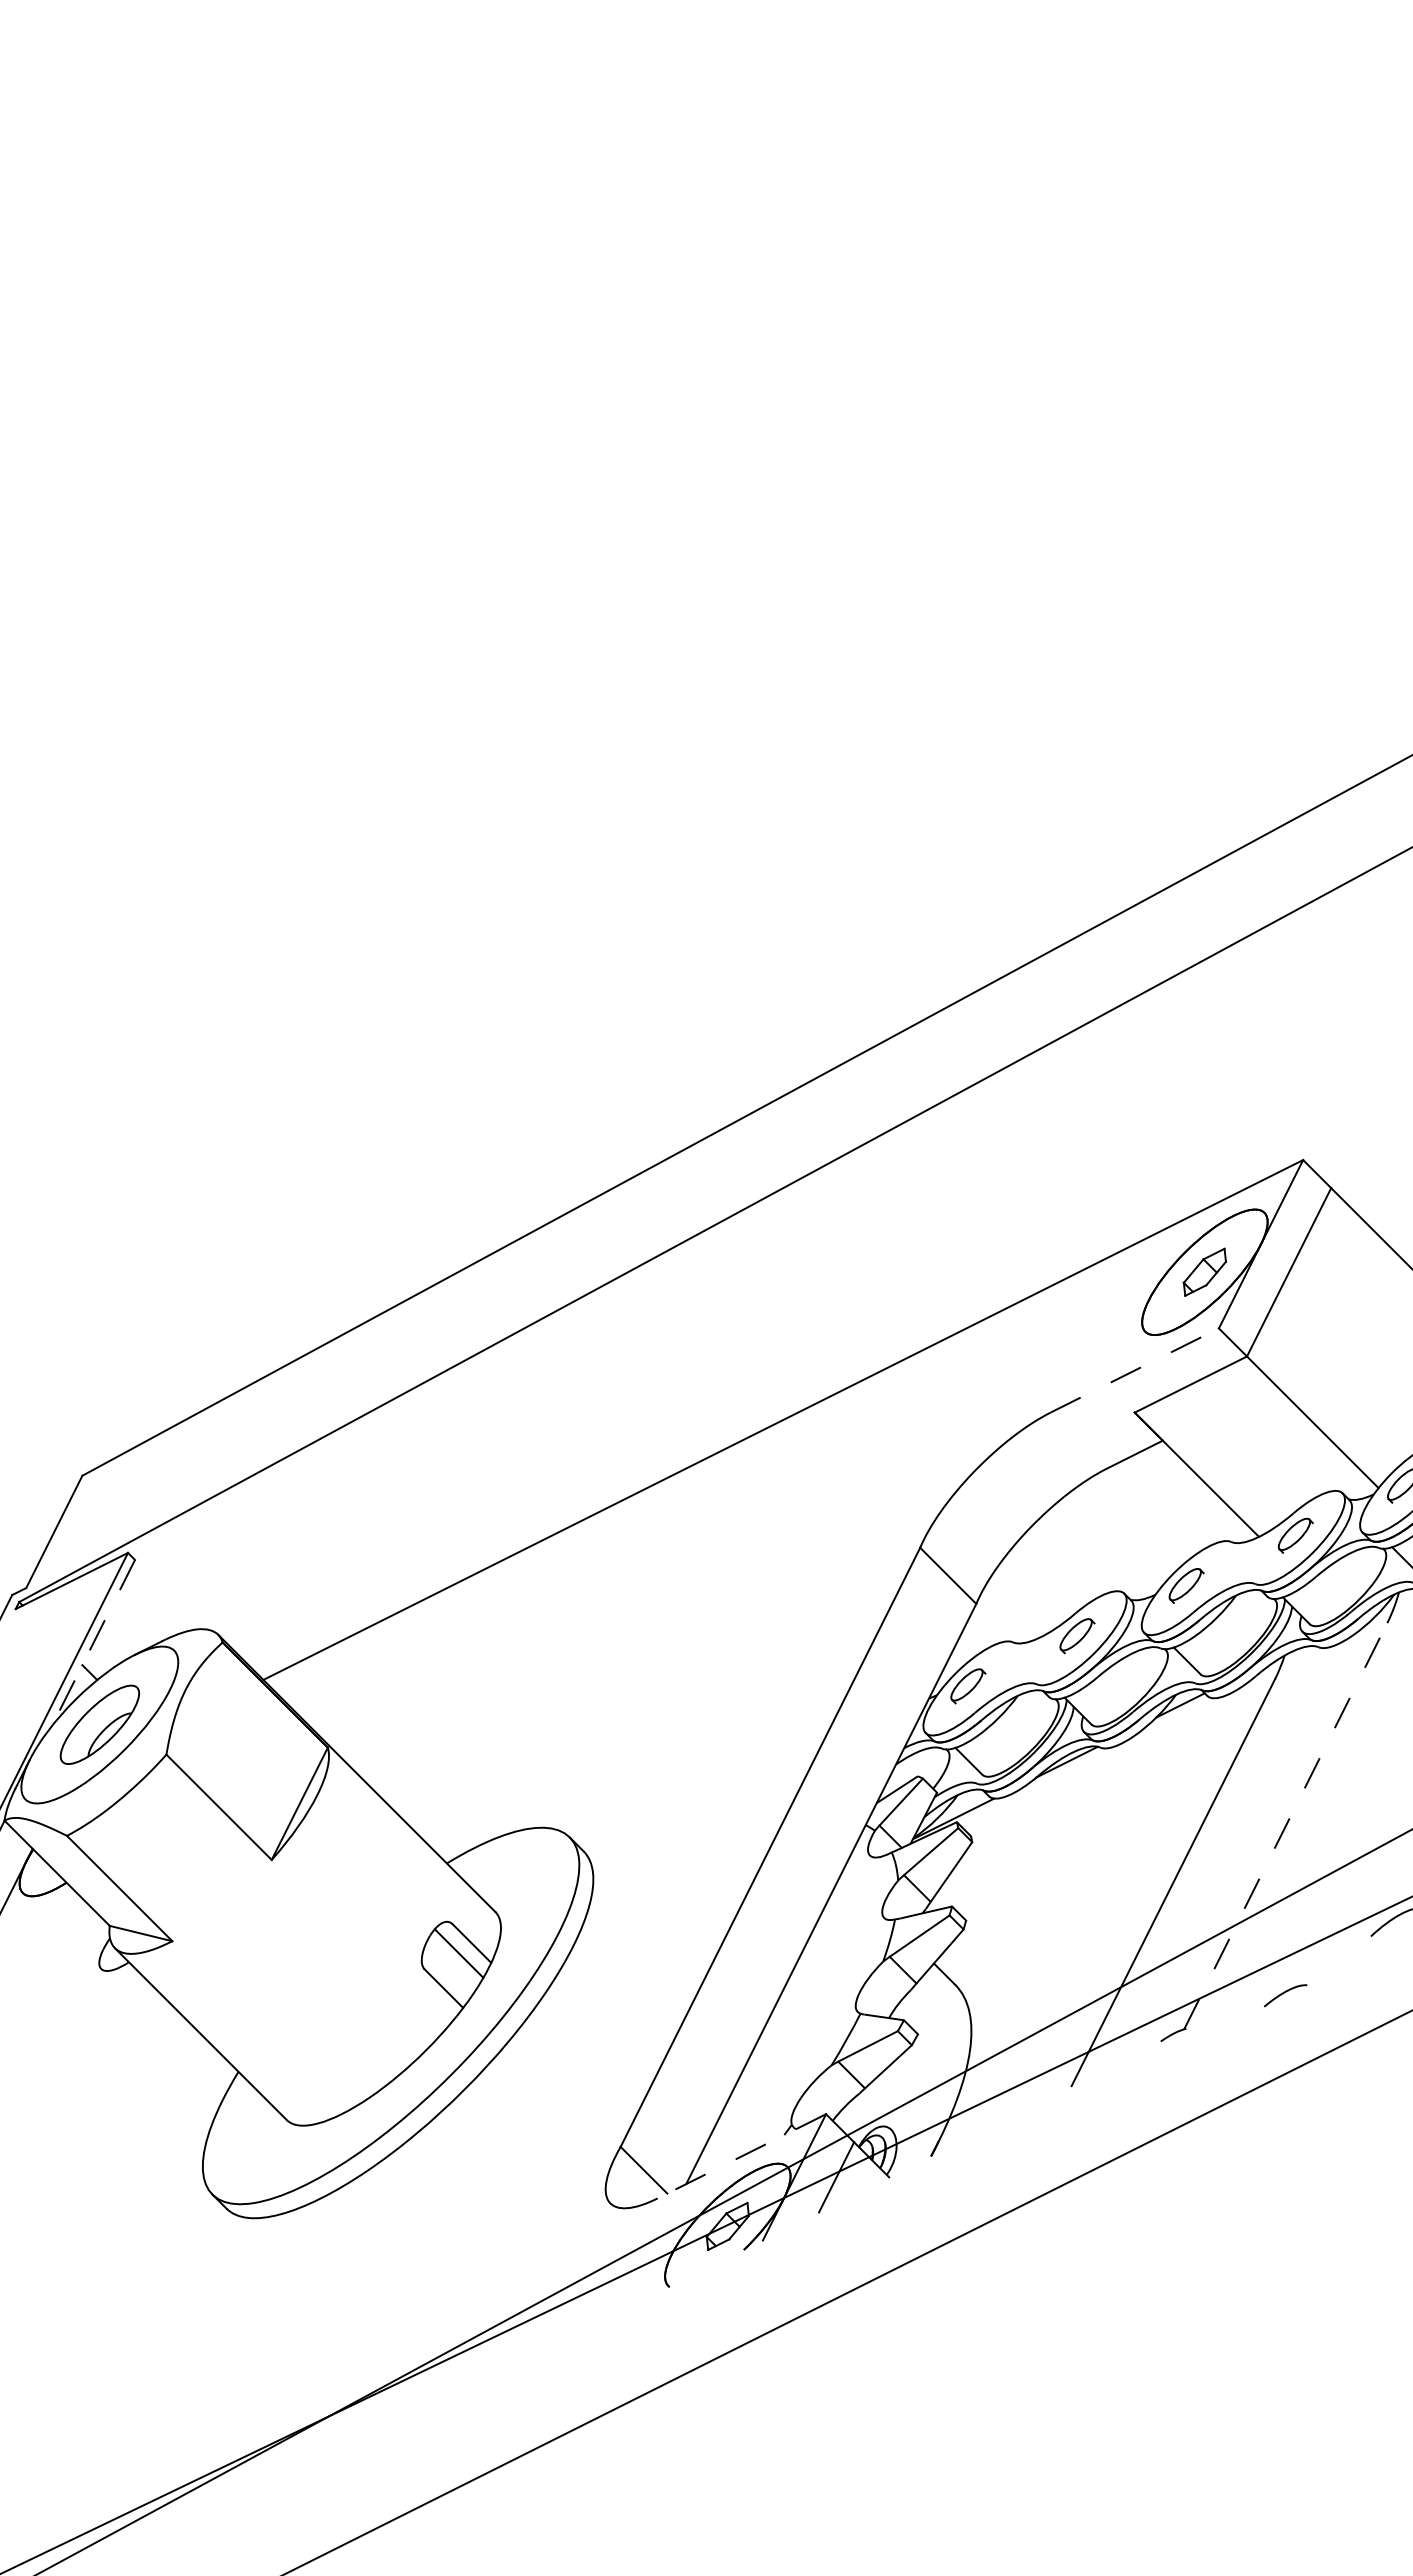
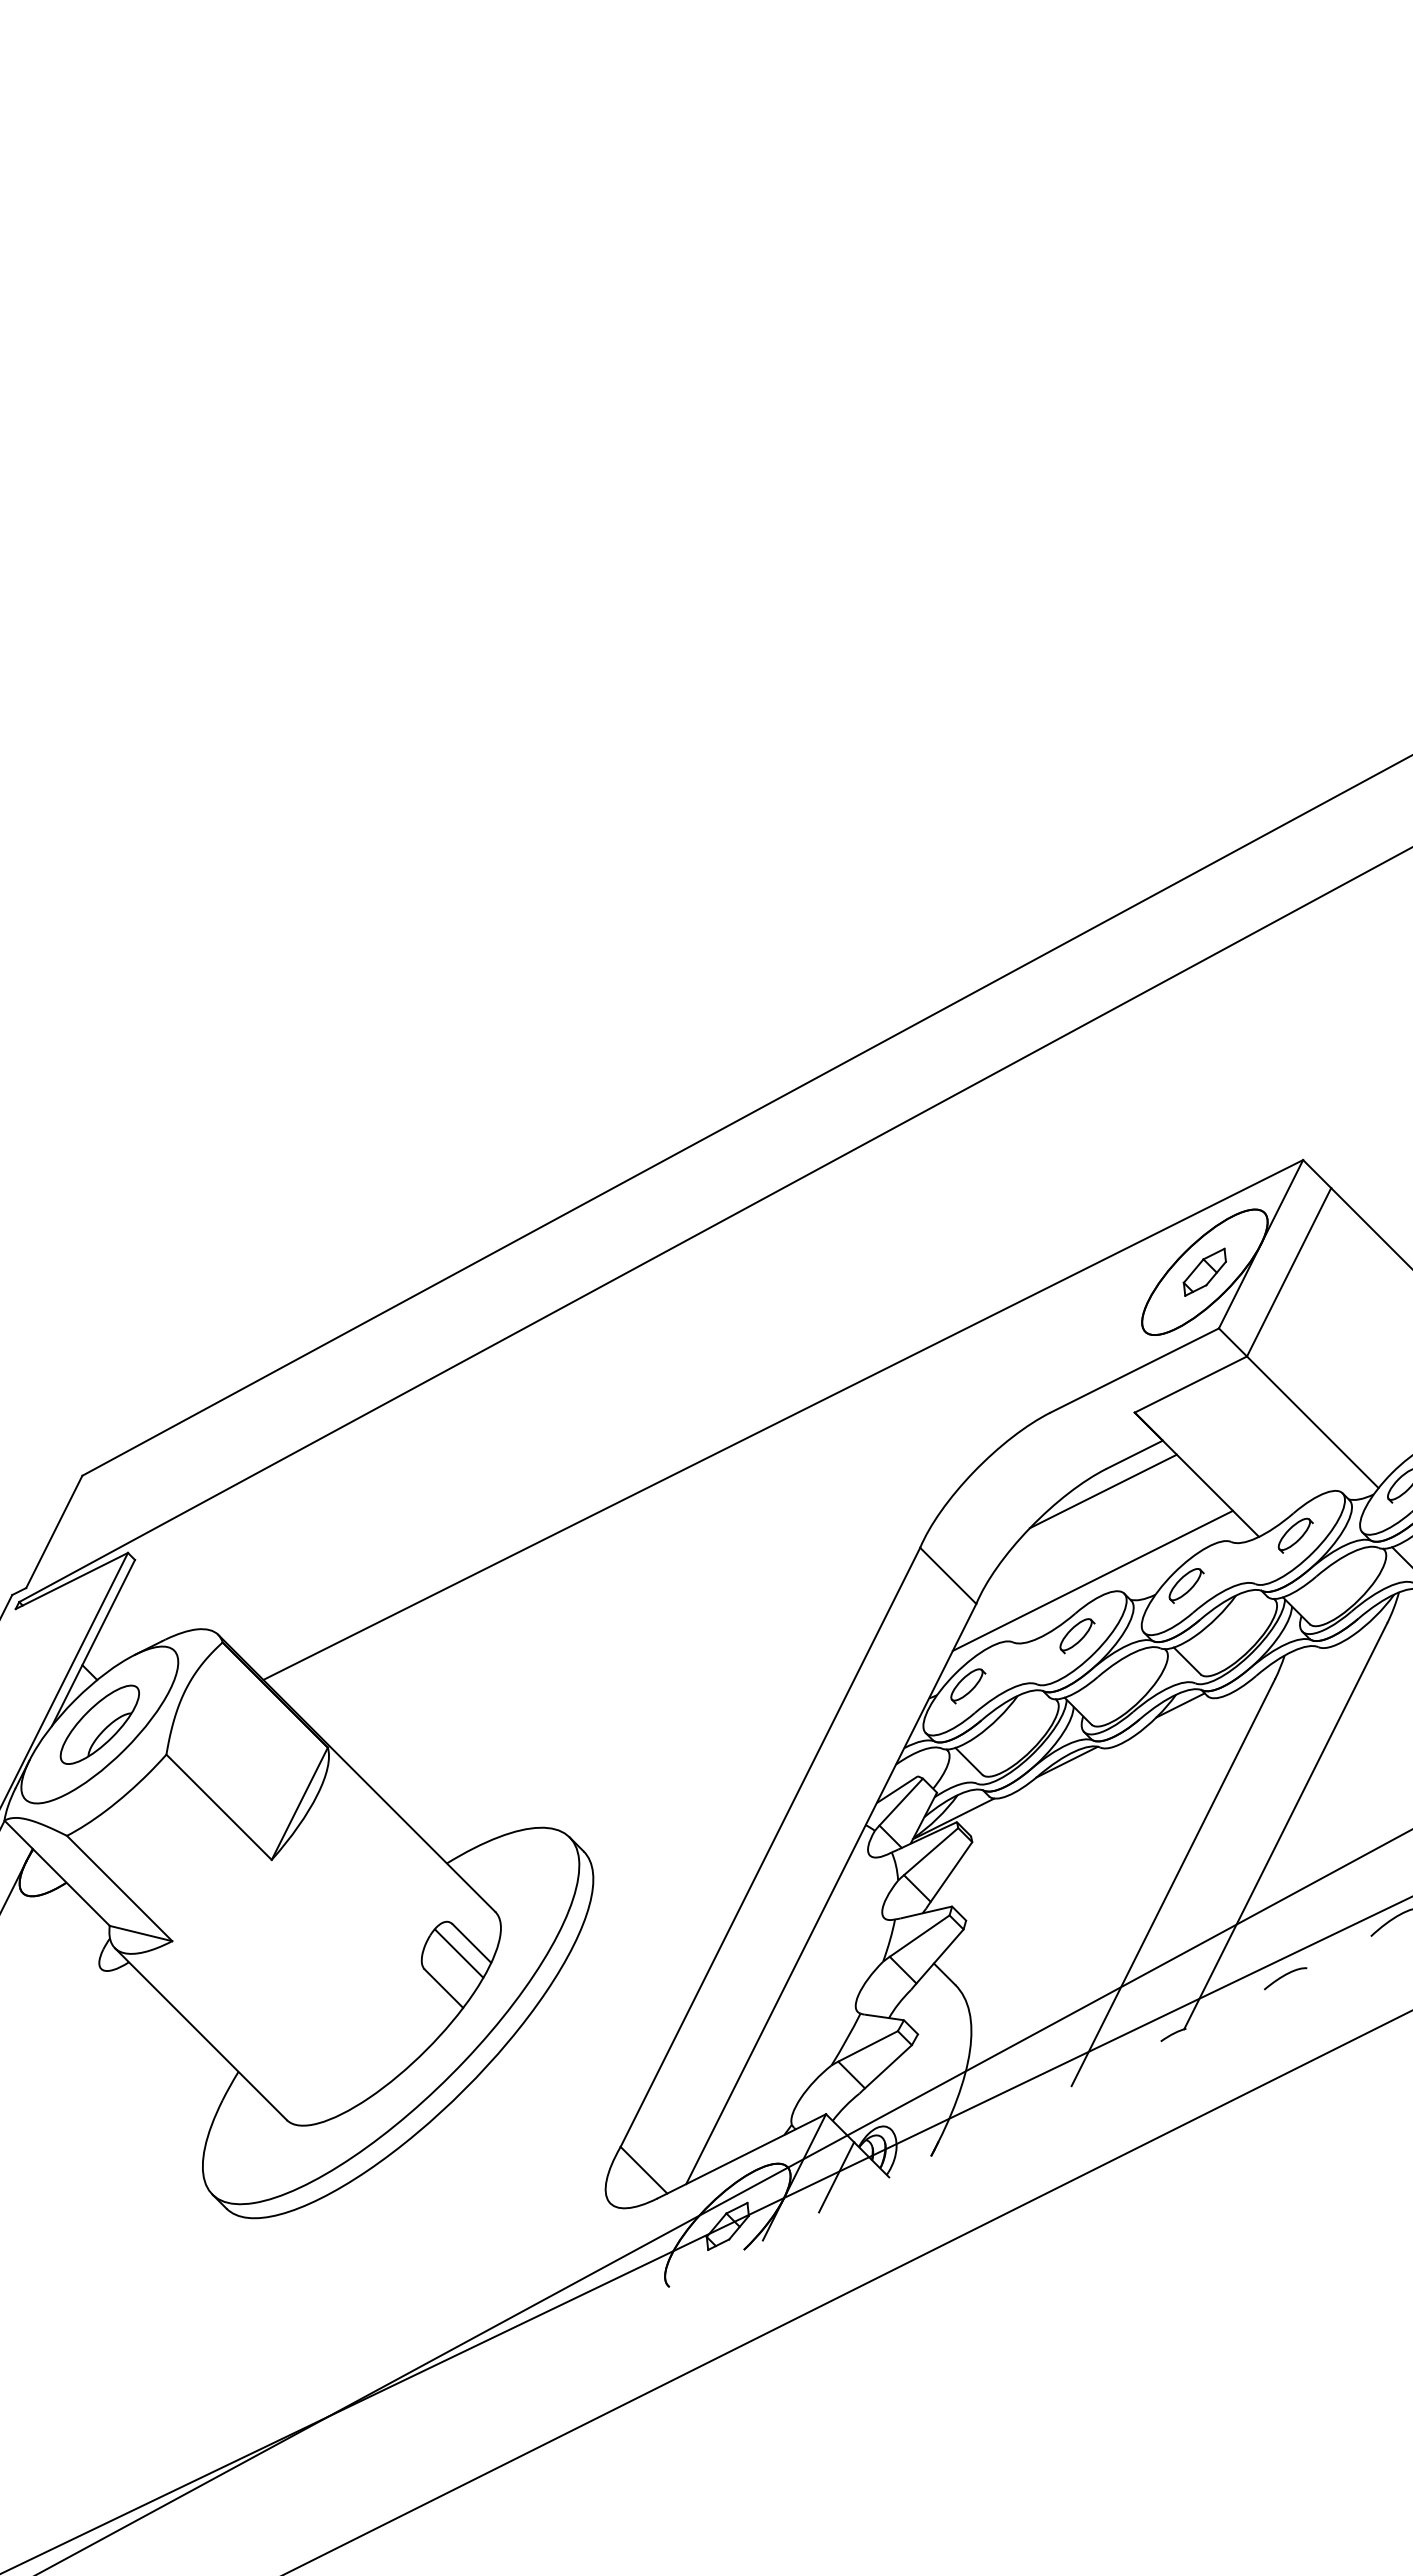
line at (1135, 1370): dashed -> solid
line at (1102, 1491): none -> present
line at (1092, 1580): none -> present
line at (93, 1642): dashed -> solid
line at (1285, 1825): dashed -> solid
curve at (1284, 1993) position: (1284, 1993) -> (1284, 1976)
line at (741, 2156): dashed -> solid
